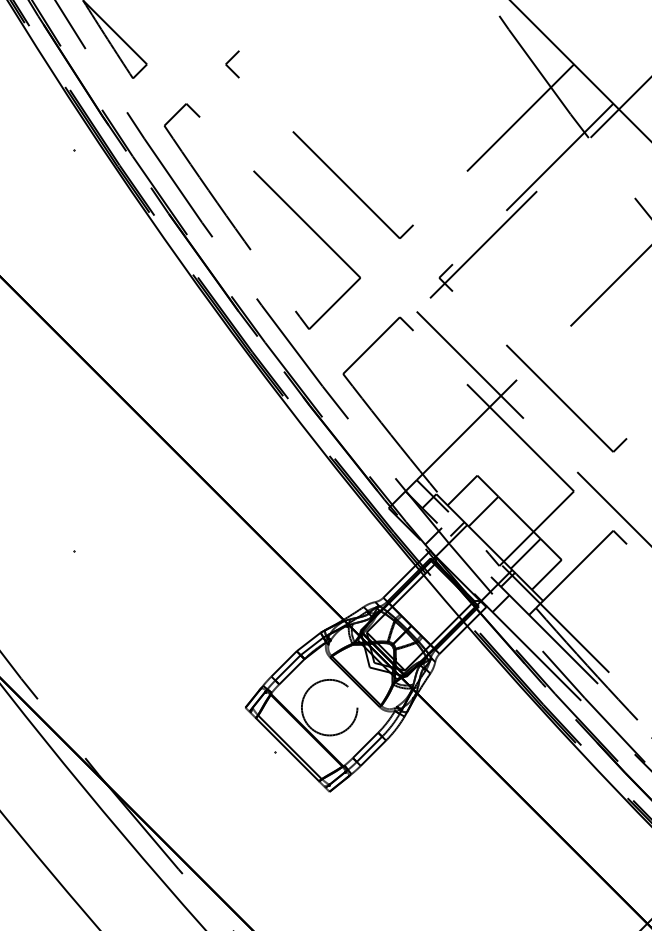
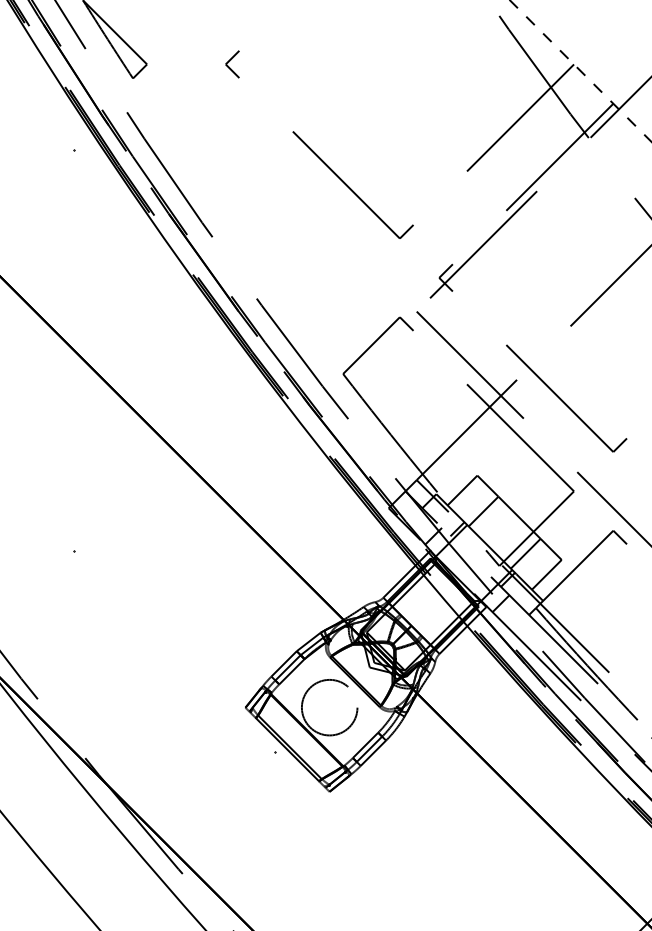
line at (580, 70): solid -> dashed
part at (279, 198): present -> none
